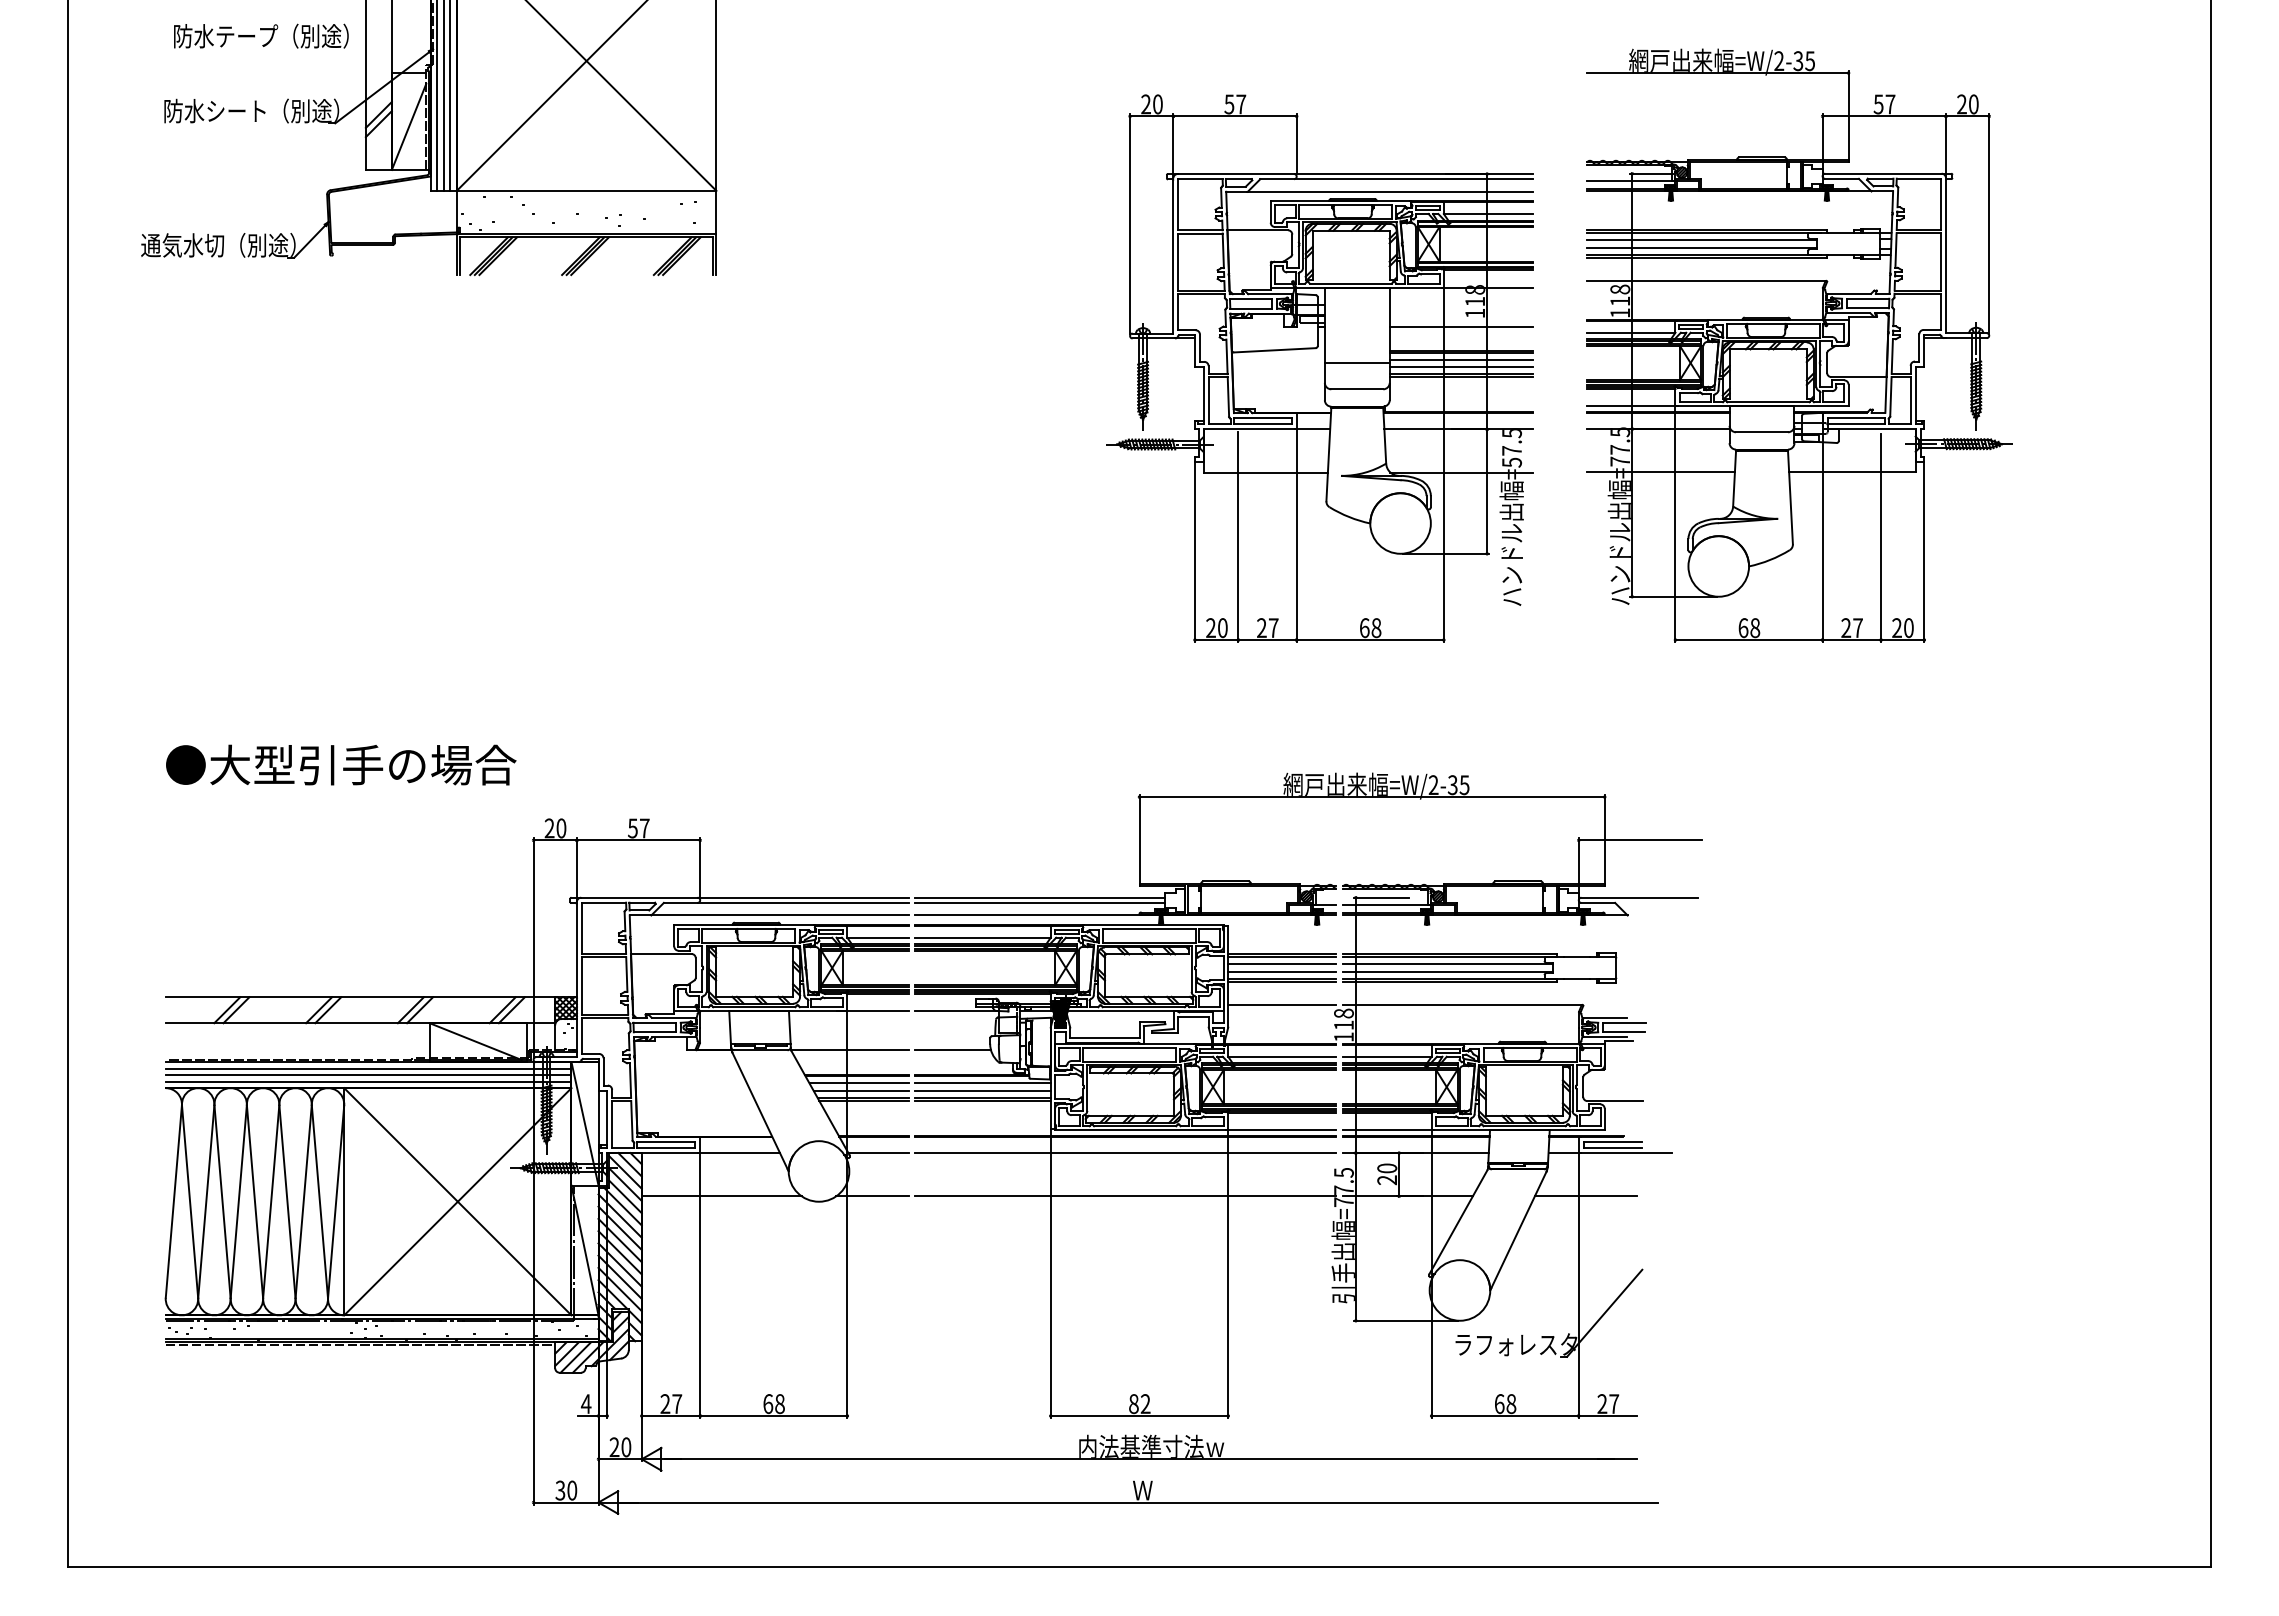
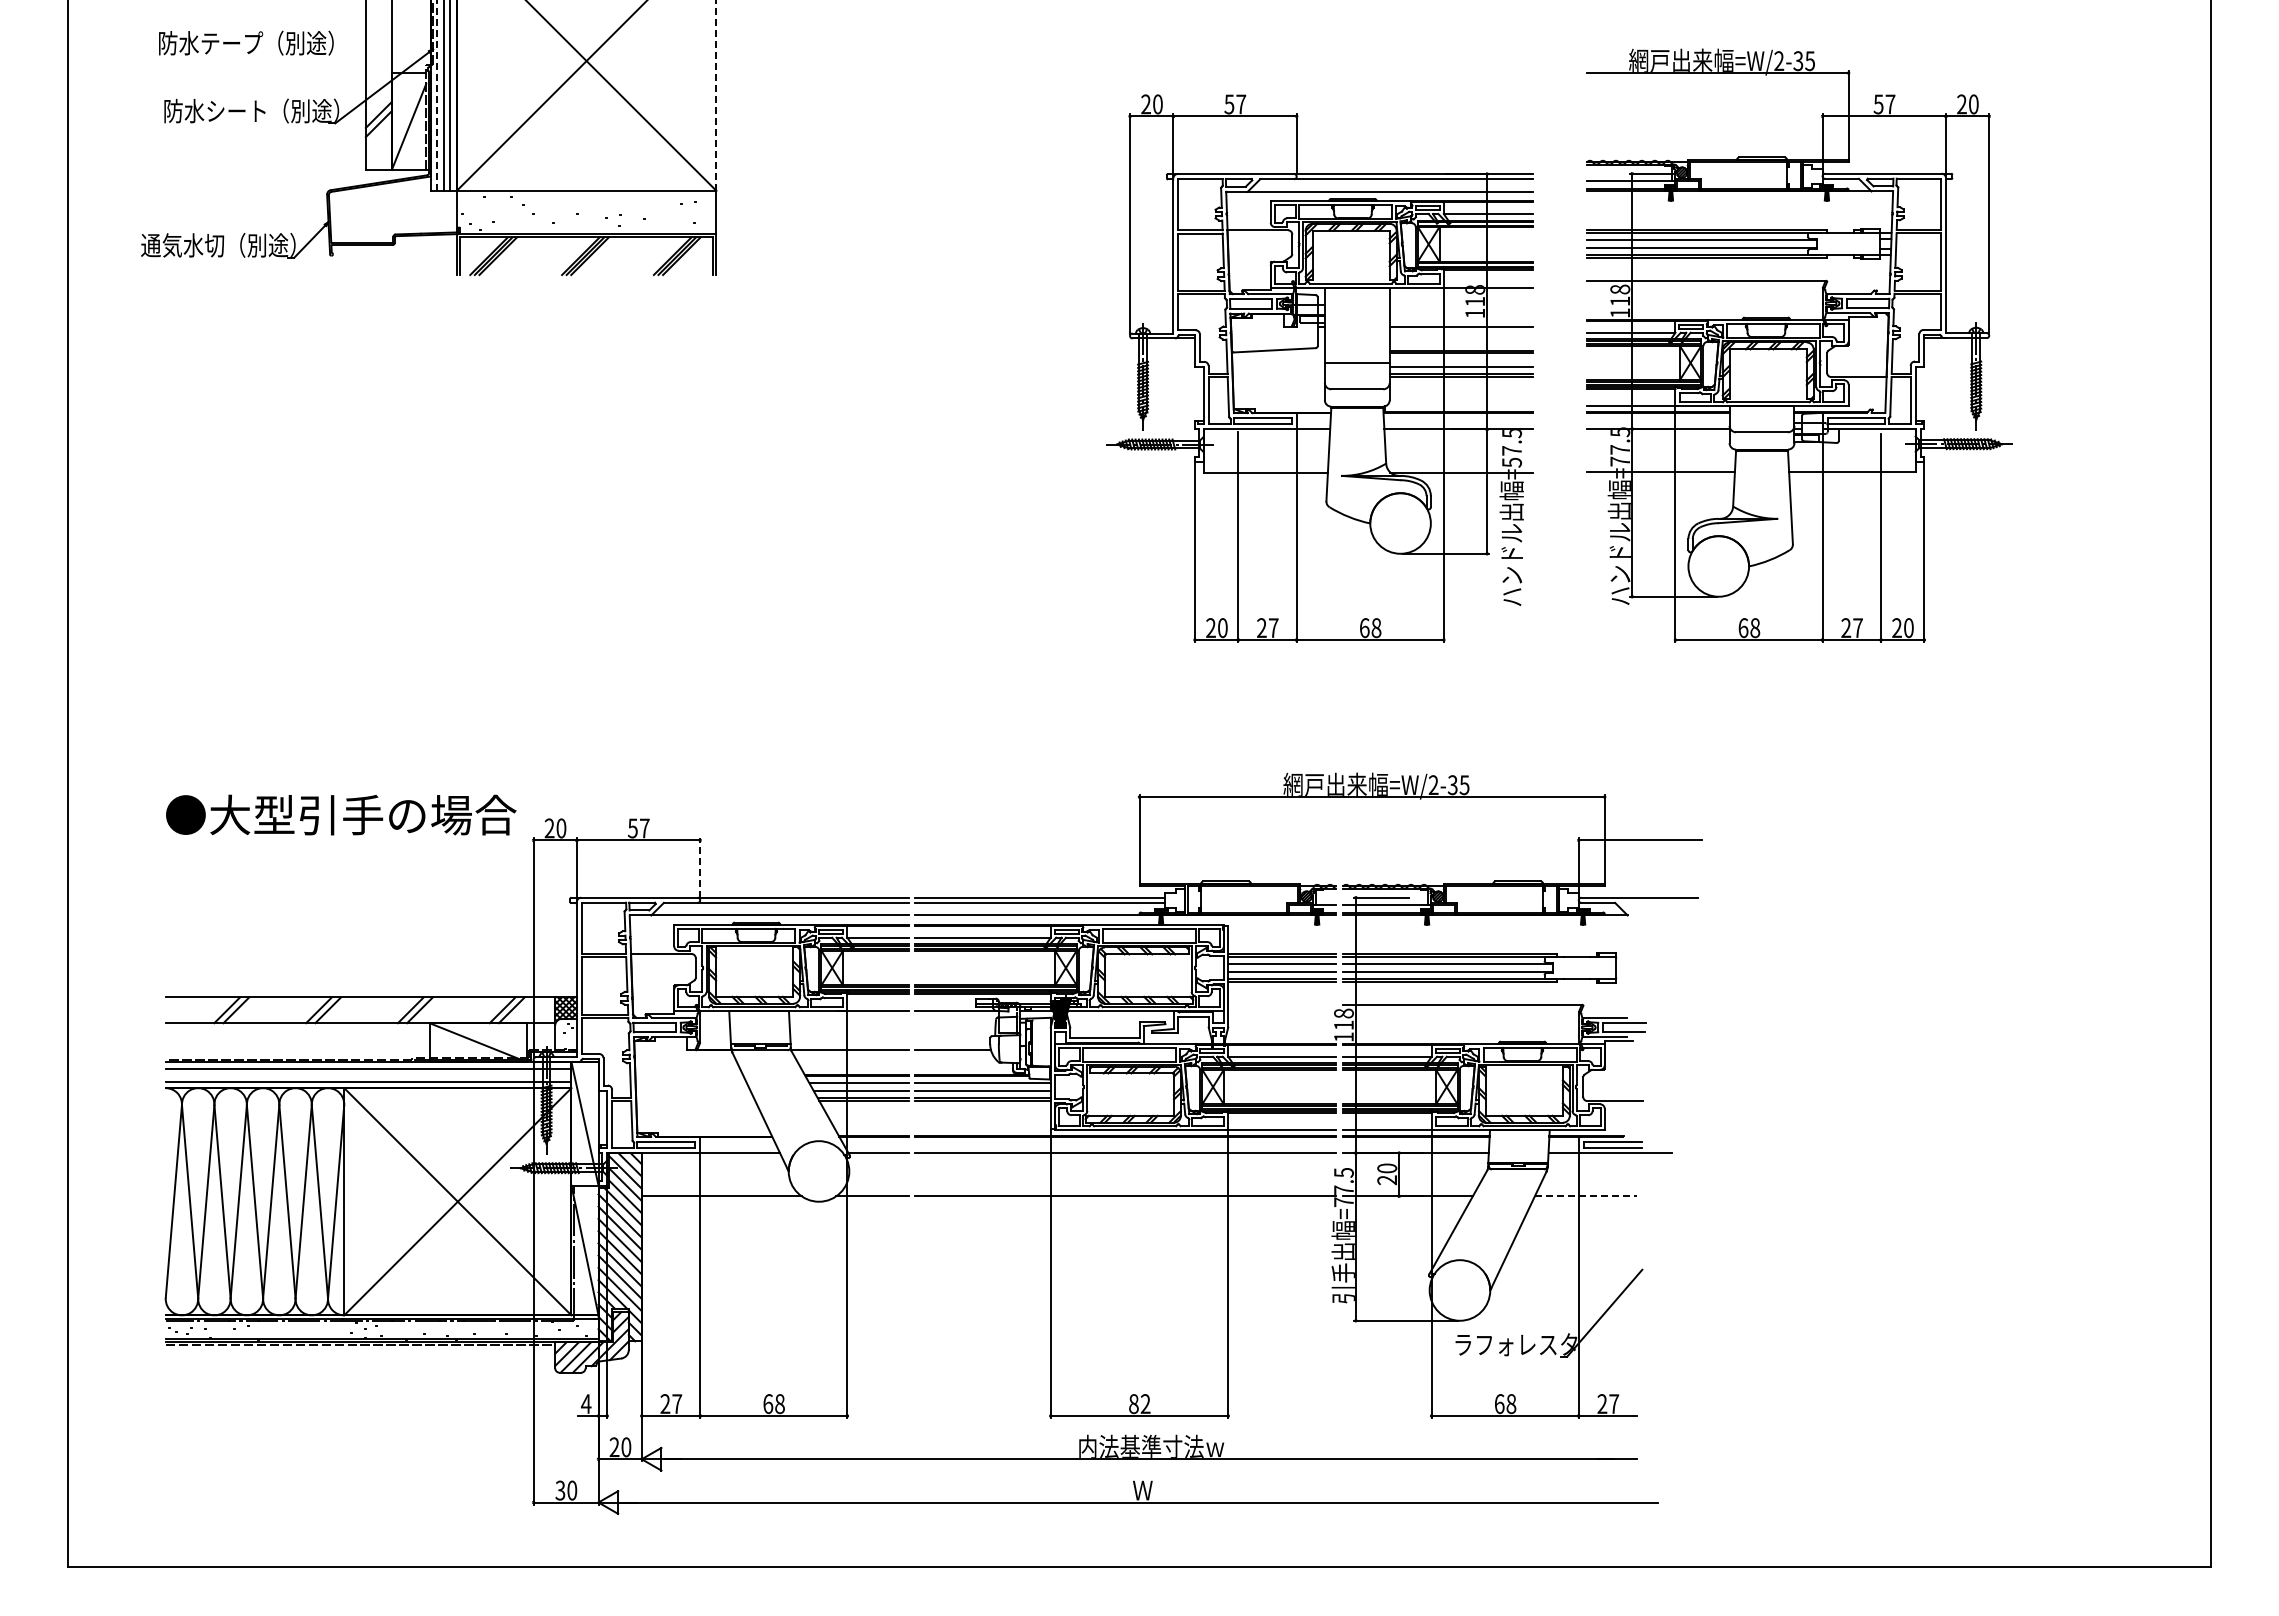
text at (261, 35) position: (261, 35) -> (246, 42)
line at (437, 94): solid -> dashed
line at (716, 95): solid -> dashed
line at (1460, 359): present -> none
text at (341, 764) position: (341, 764) -> (341, 814)
line at (700, 868): solid -> dashed
line at (1282, 1004): present -> none
line at (368, 1075): present -> none
line at (1586, 1196): solid -> dashed
